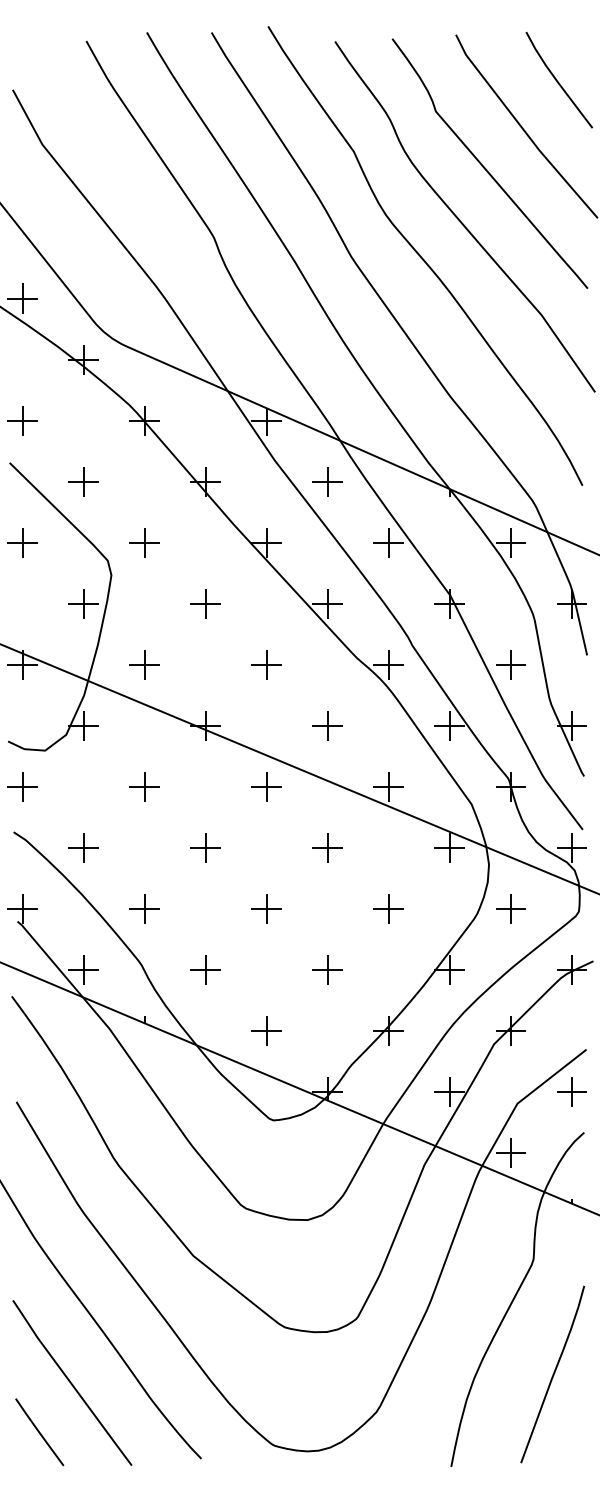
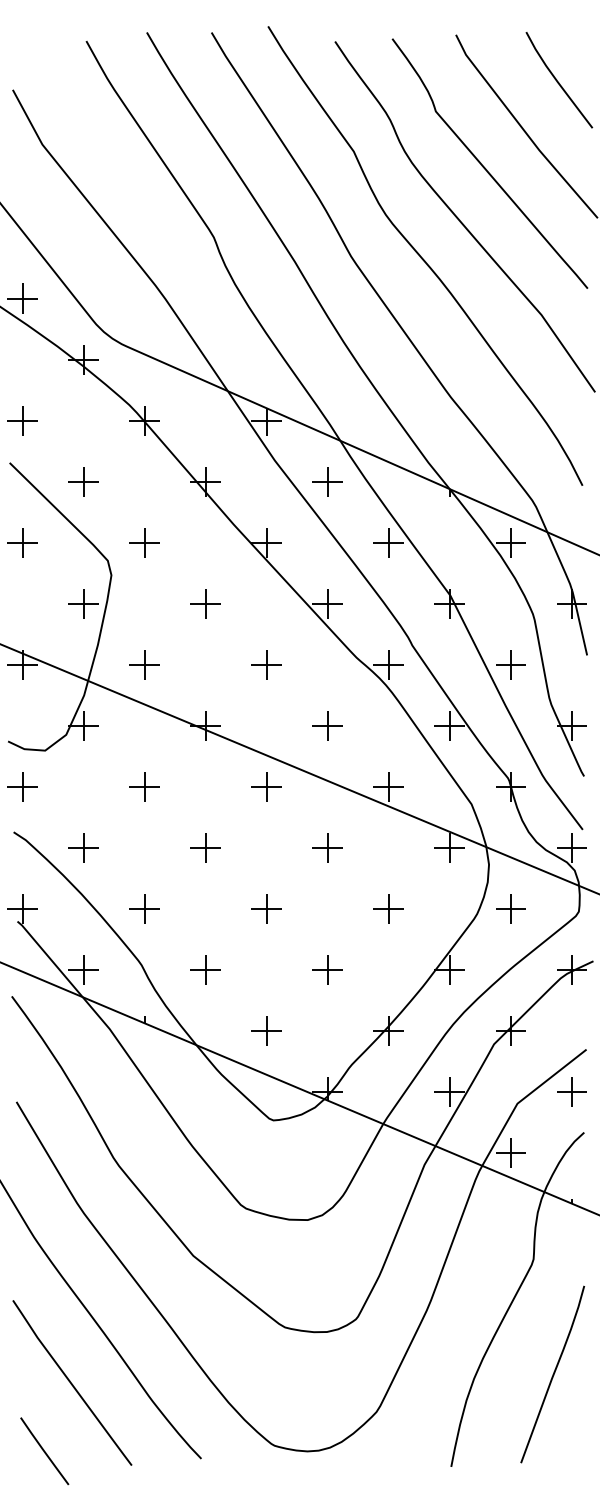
line at (39, 1432) position: (39, 1432) -> (44, 1451)
